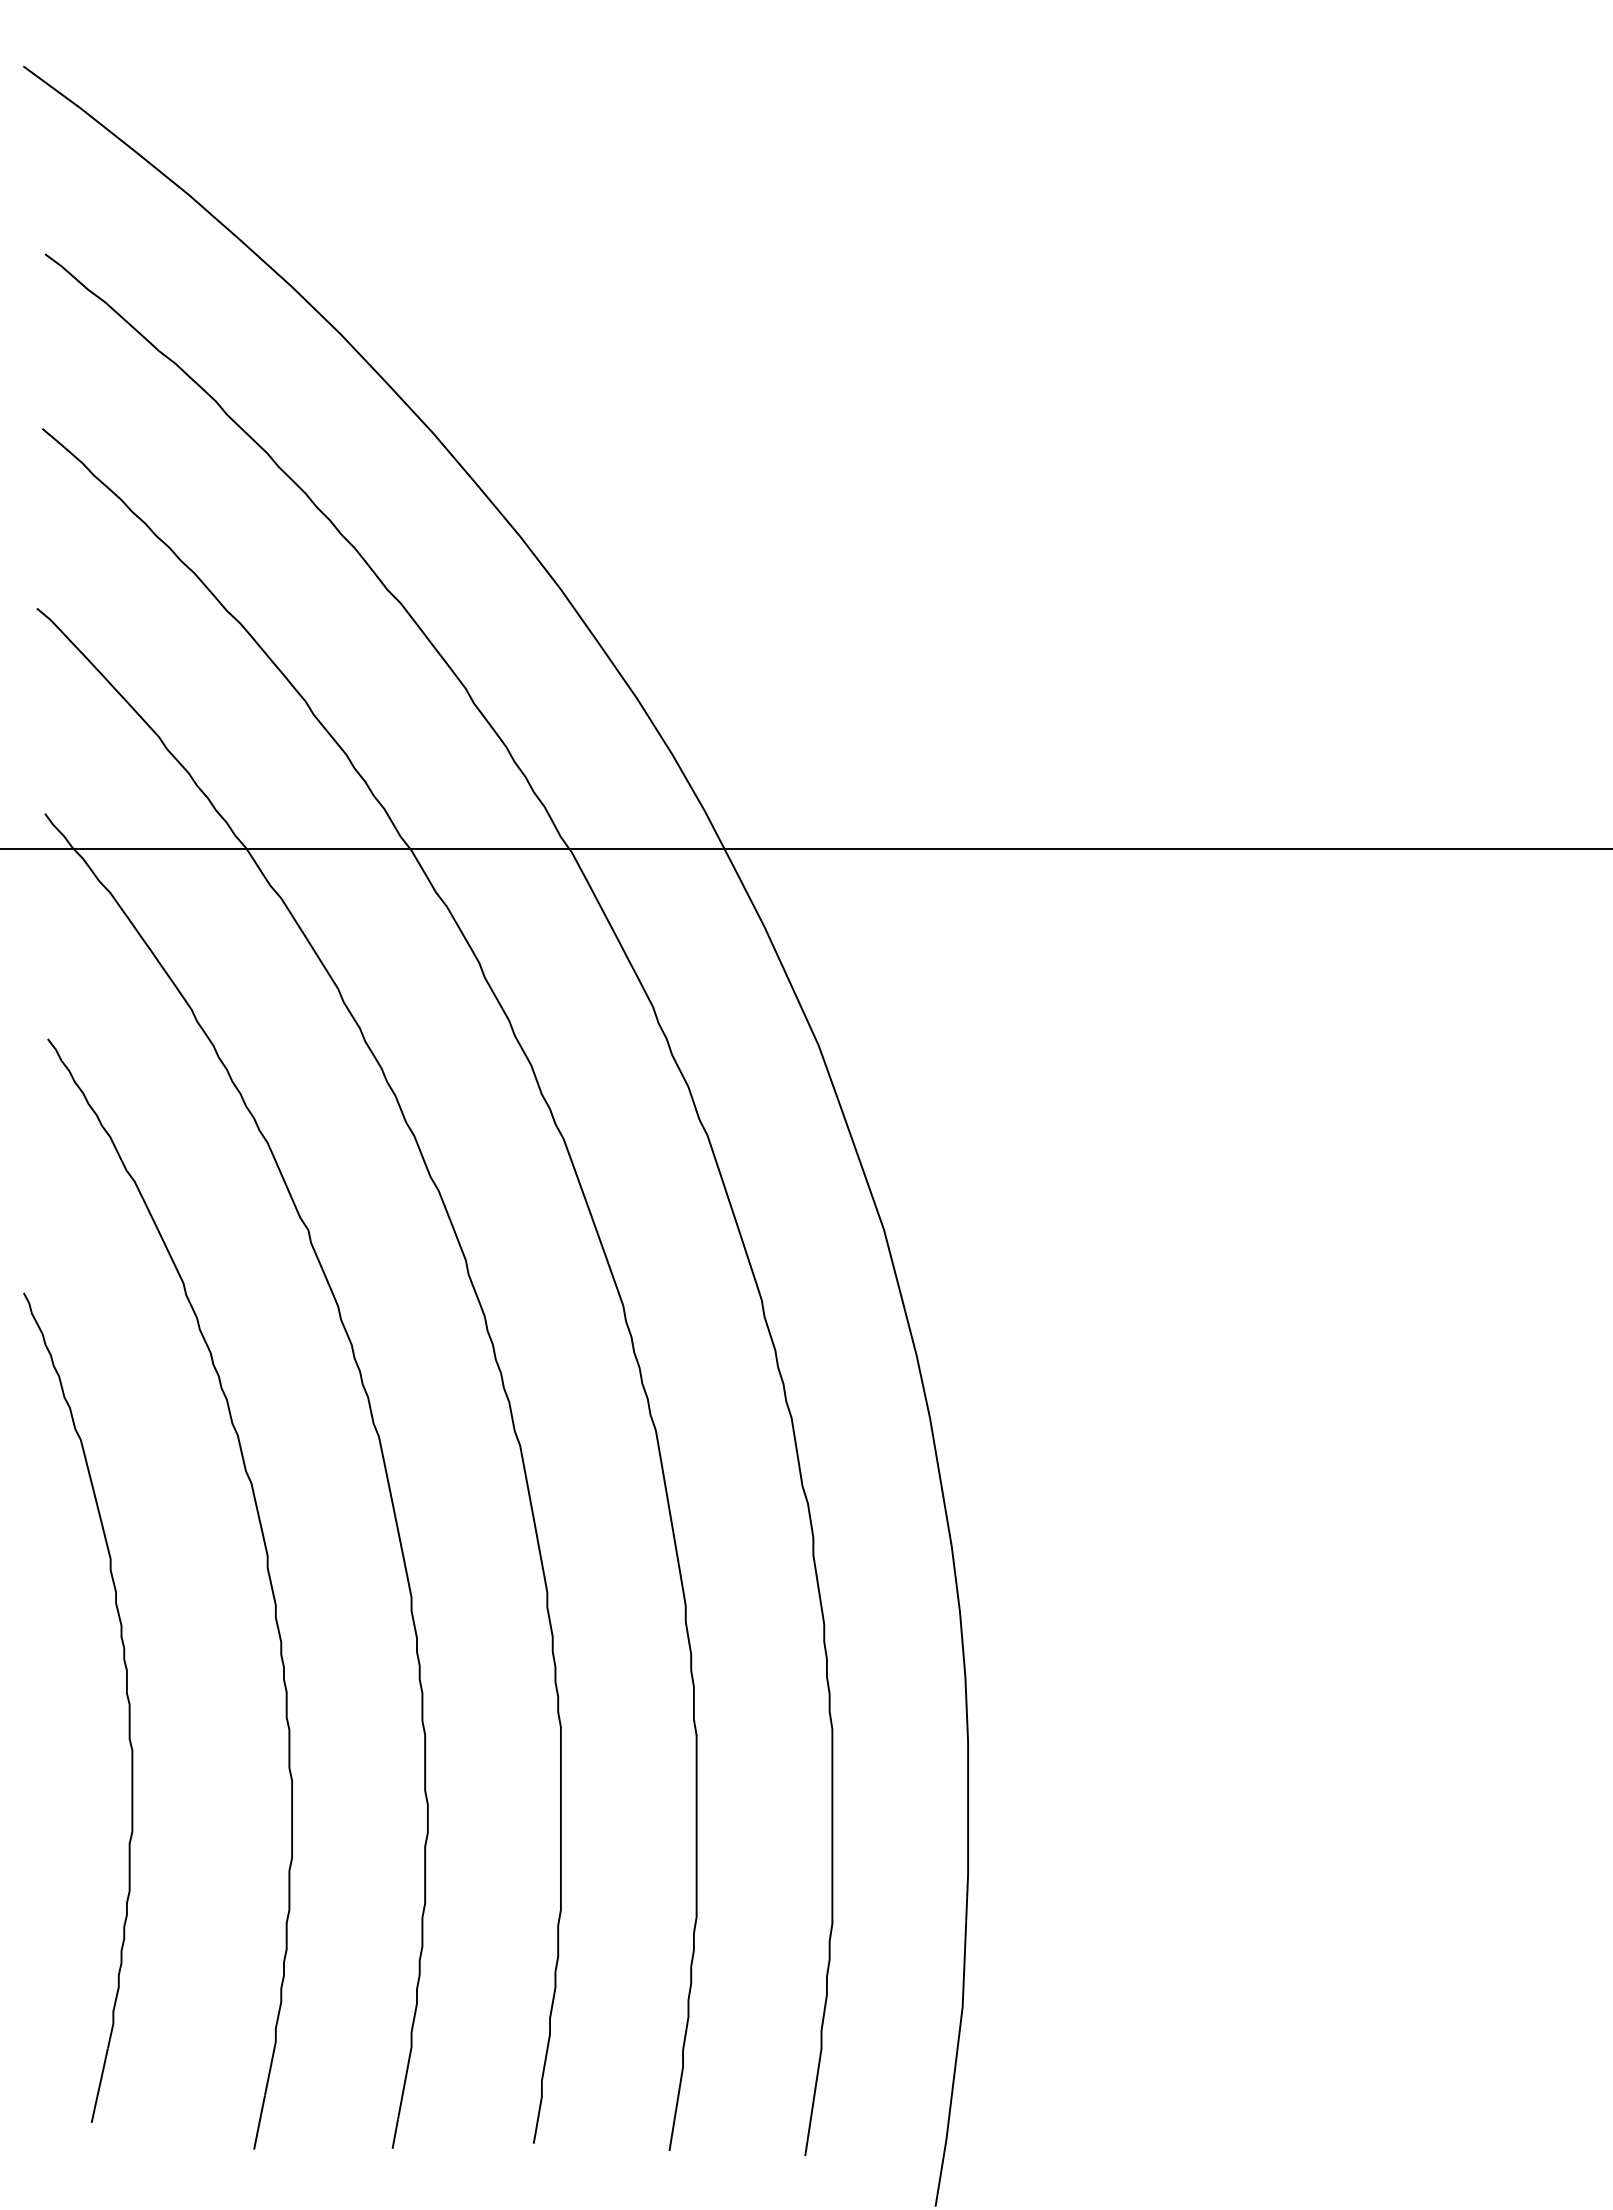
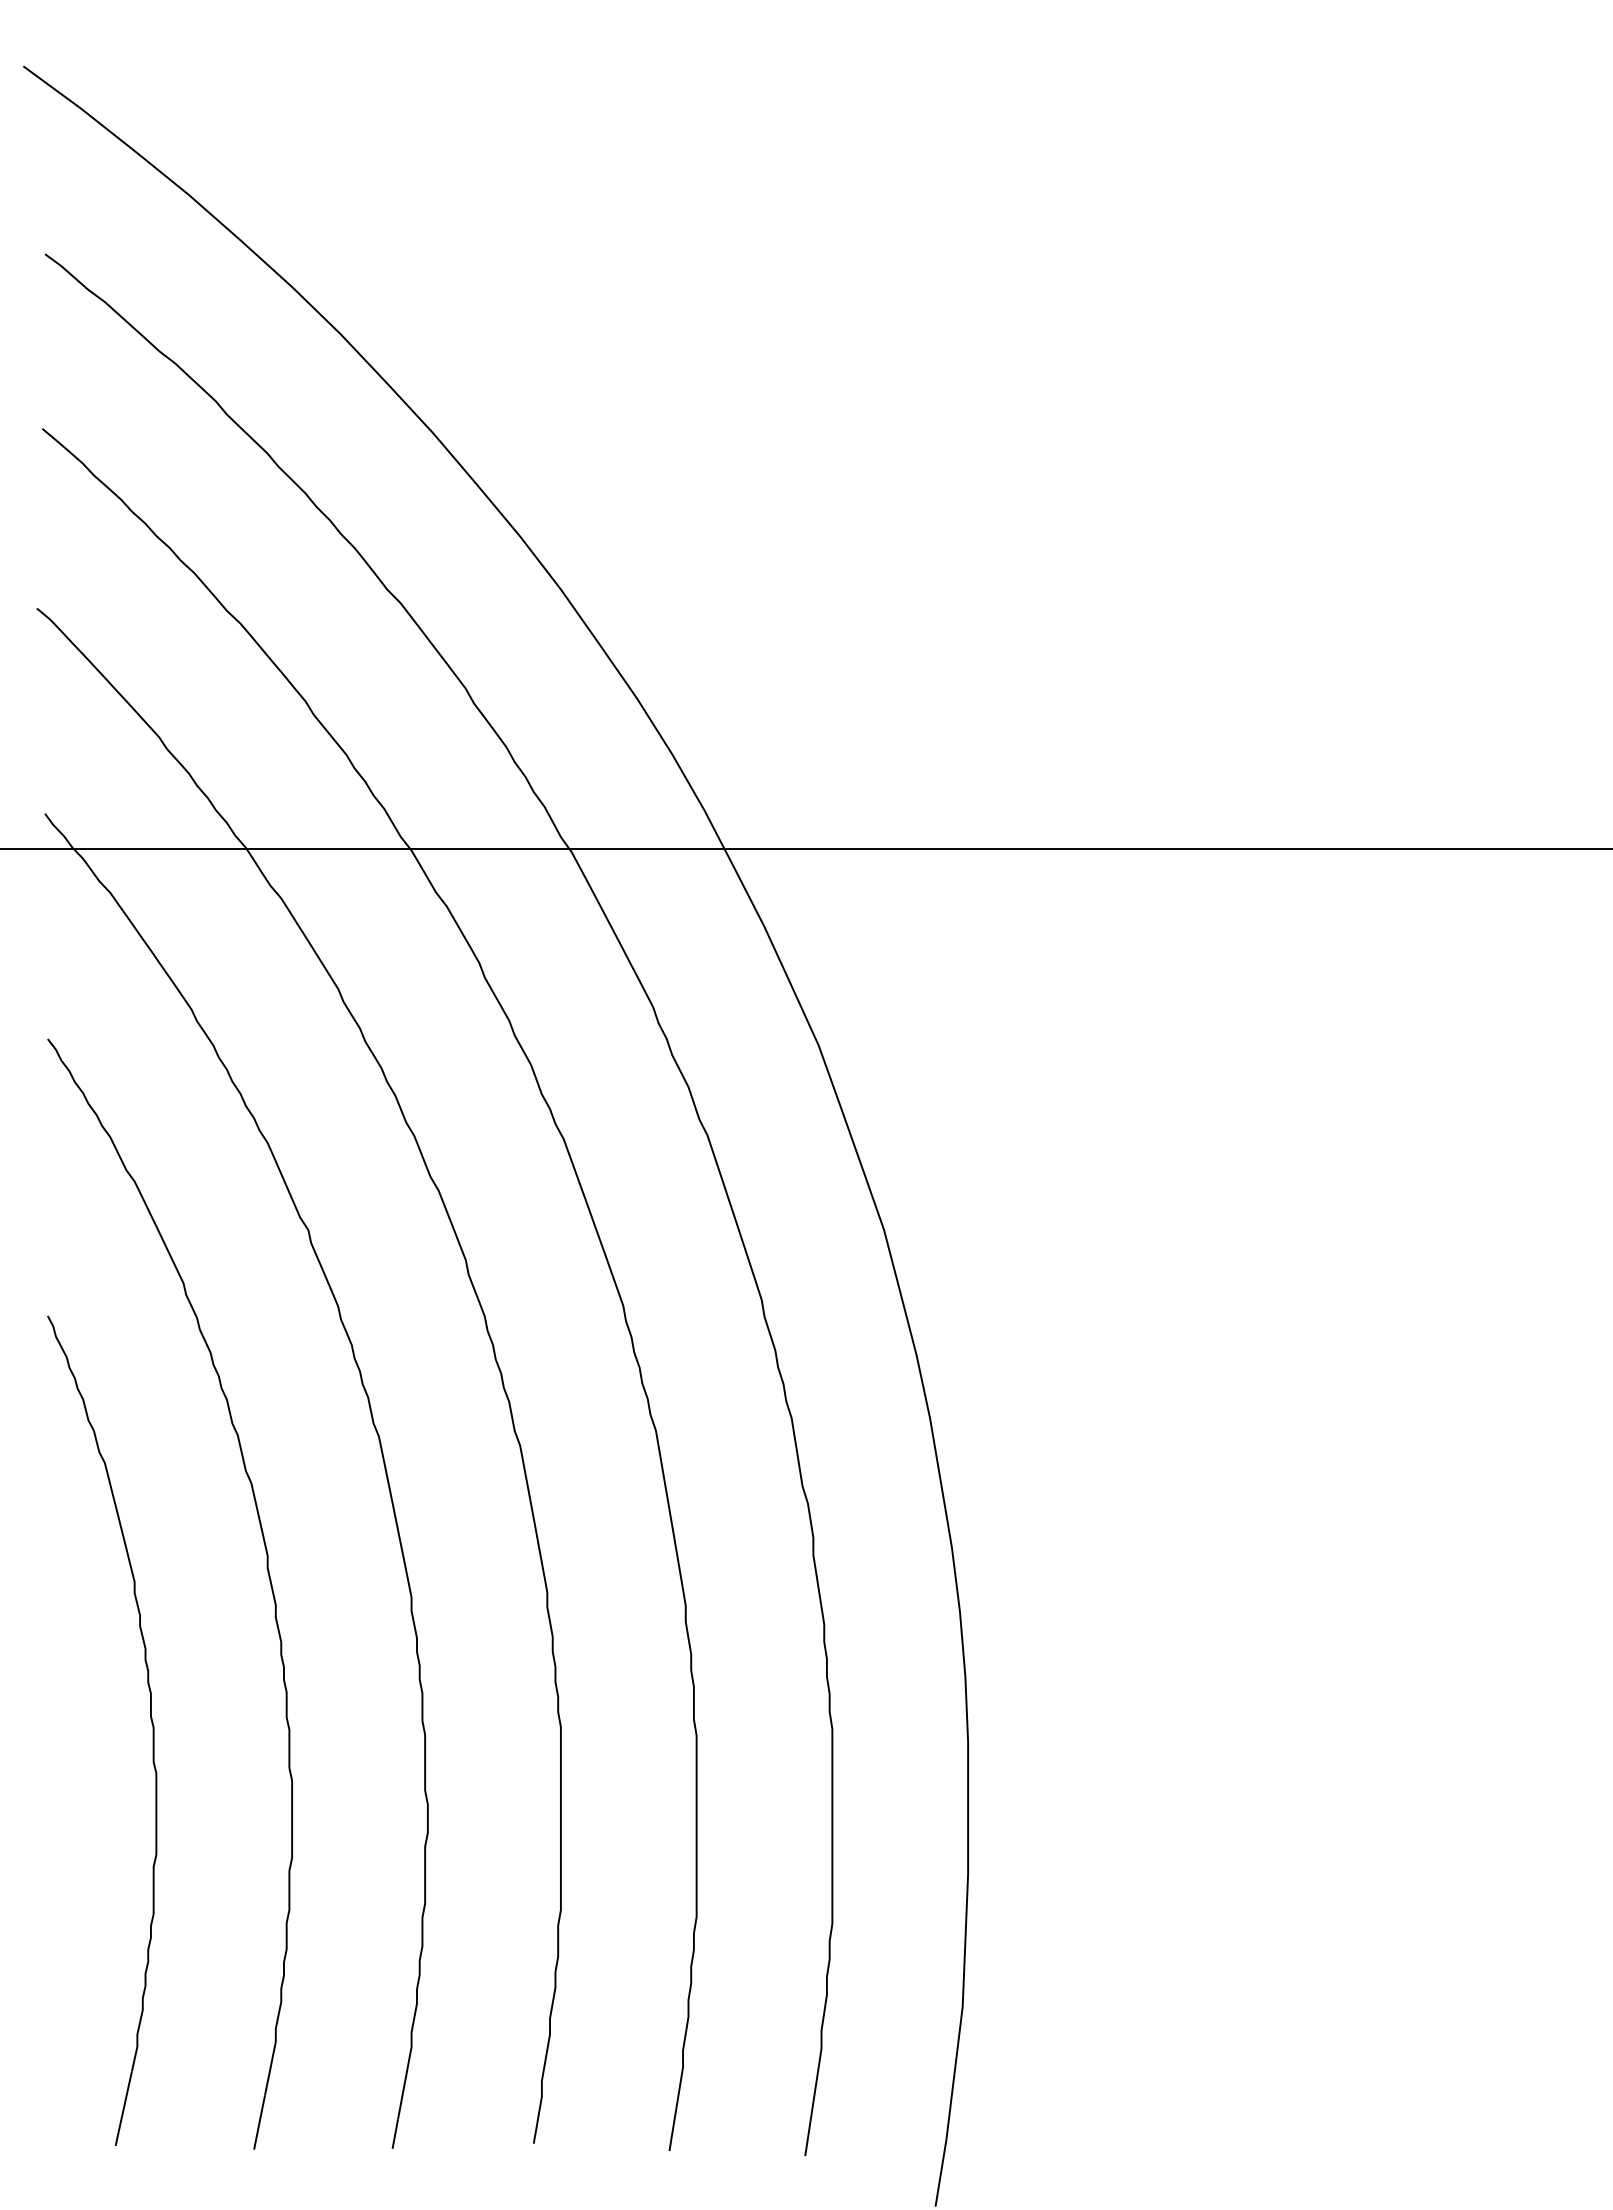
part at (126, 1696) position: (126, 1696) -> (150, 1719)
